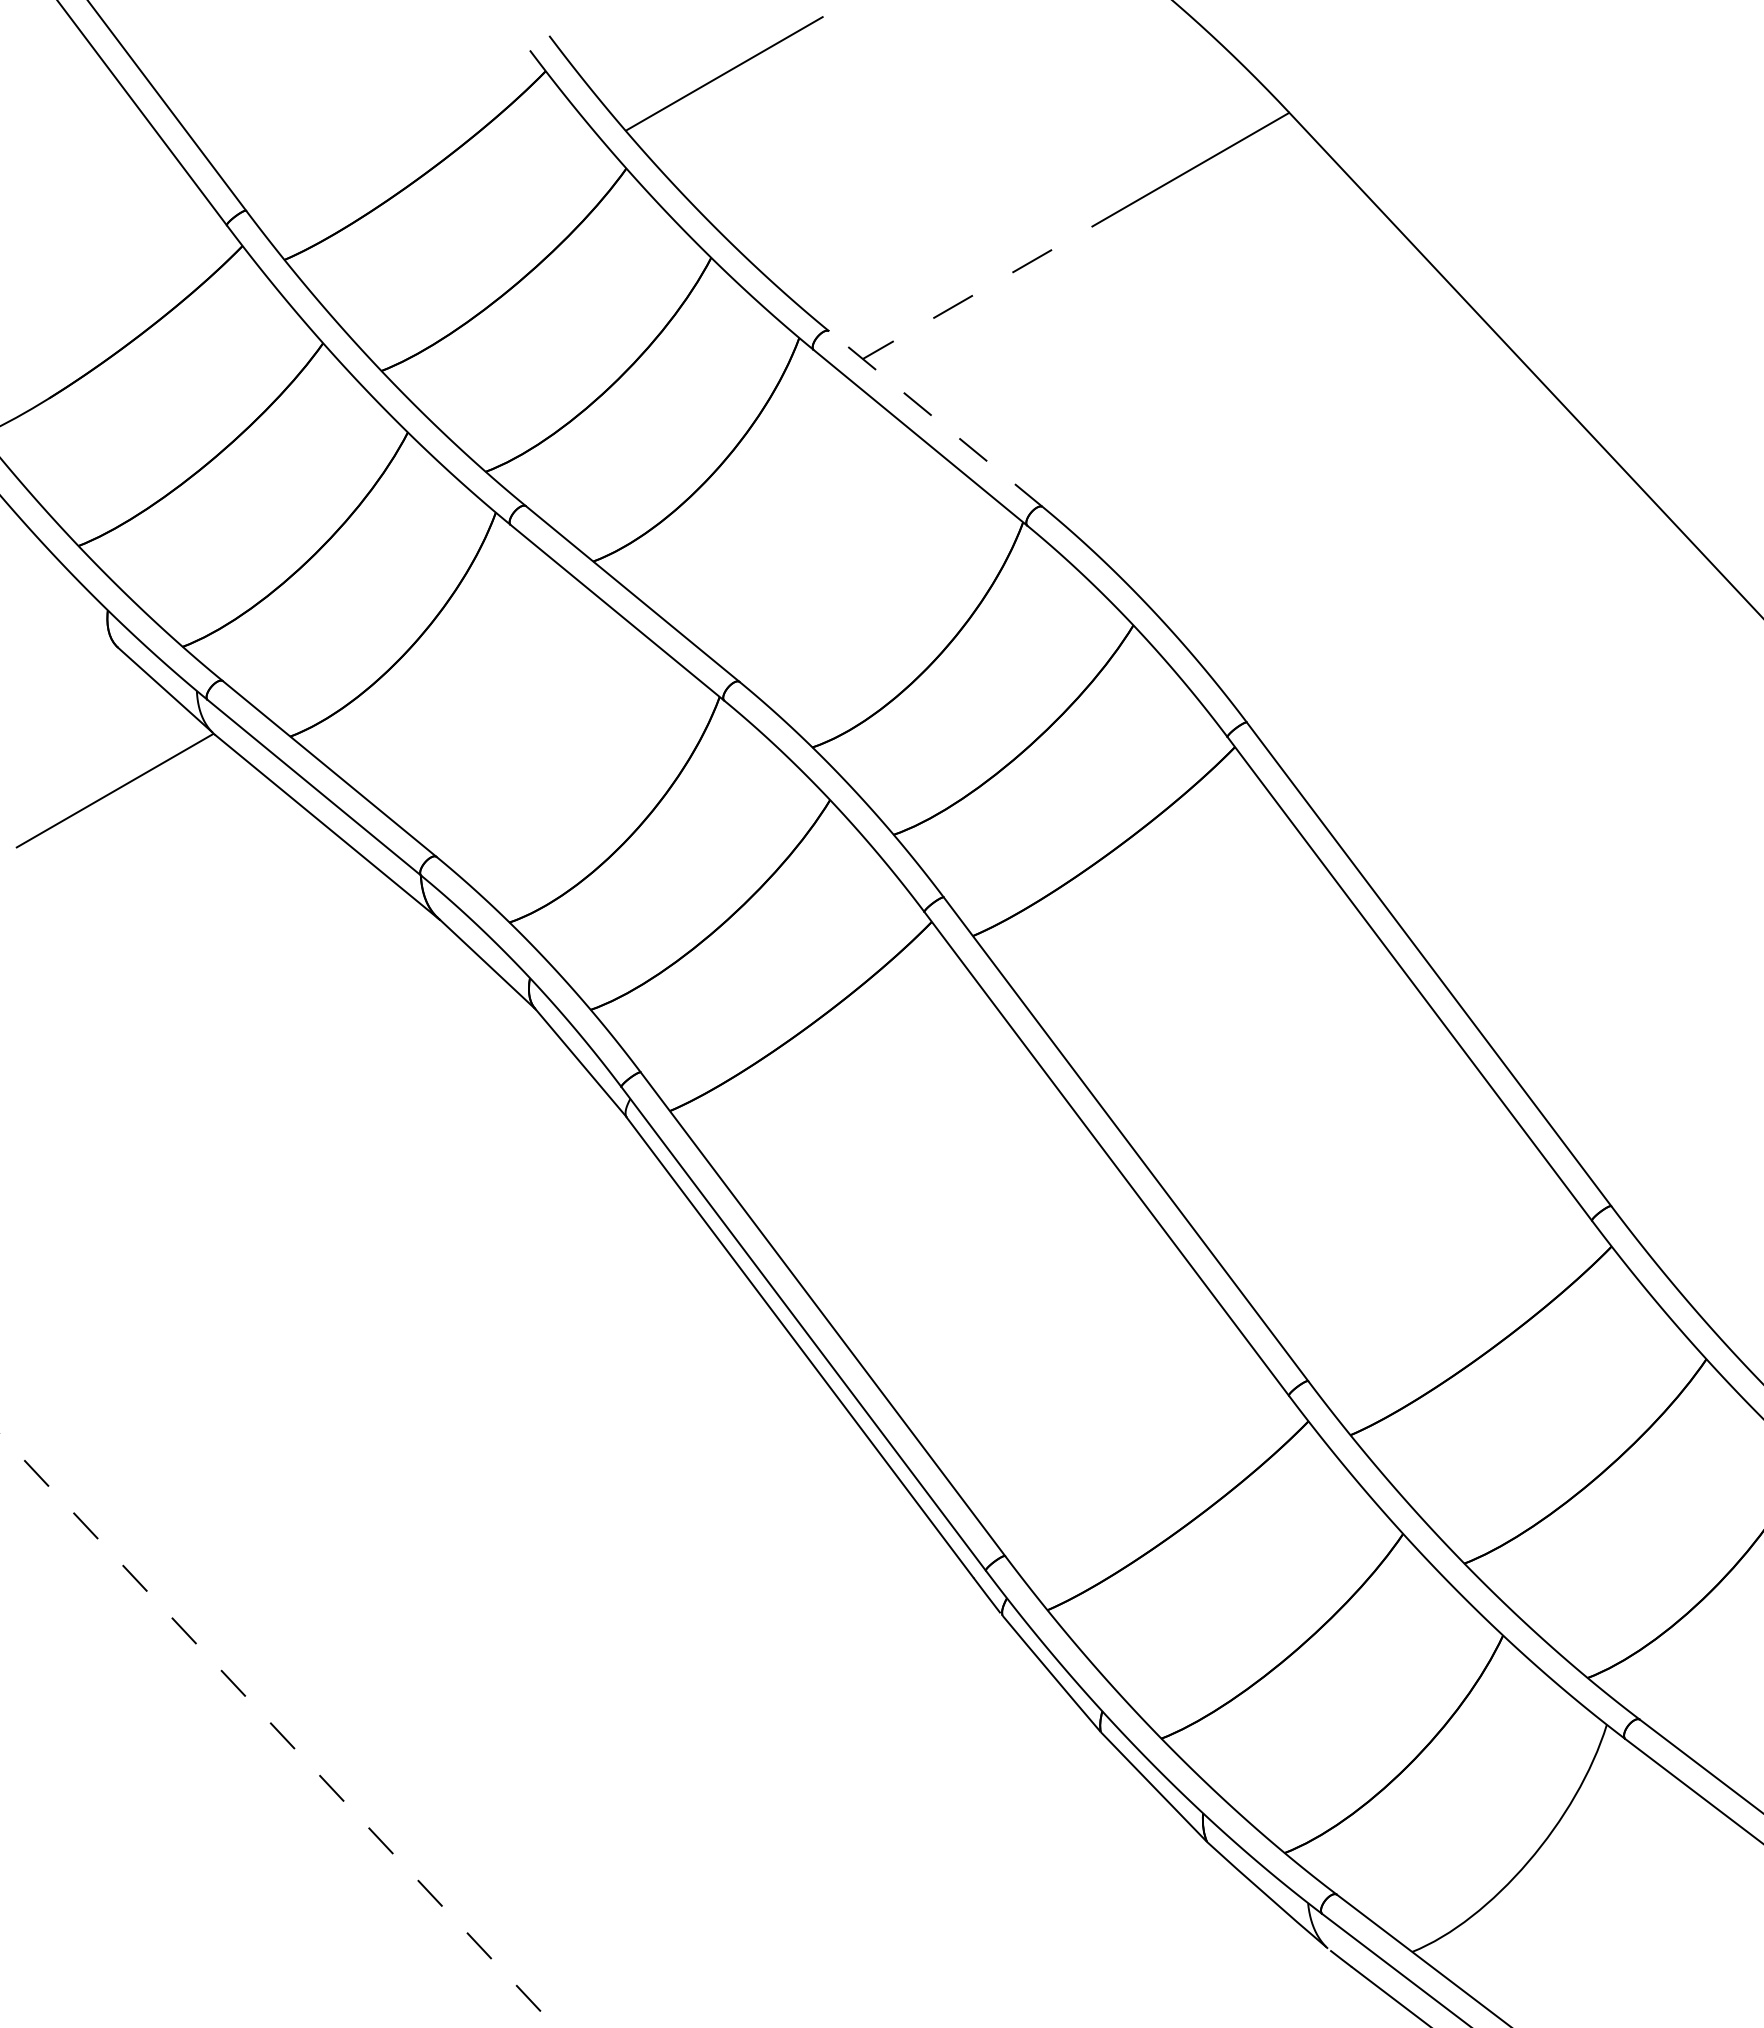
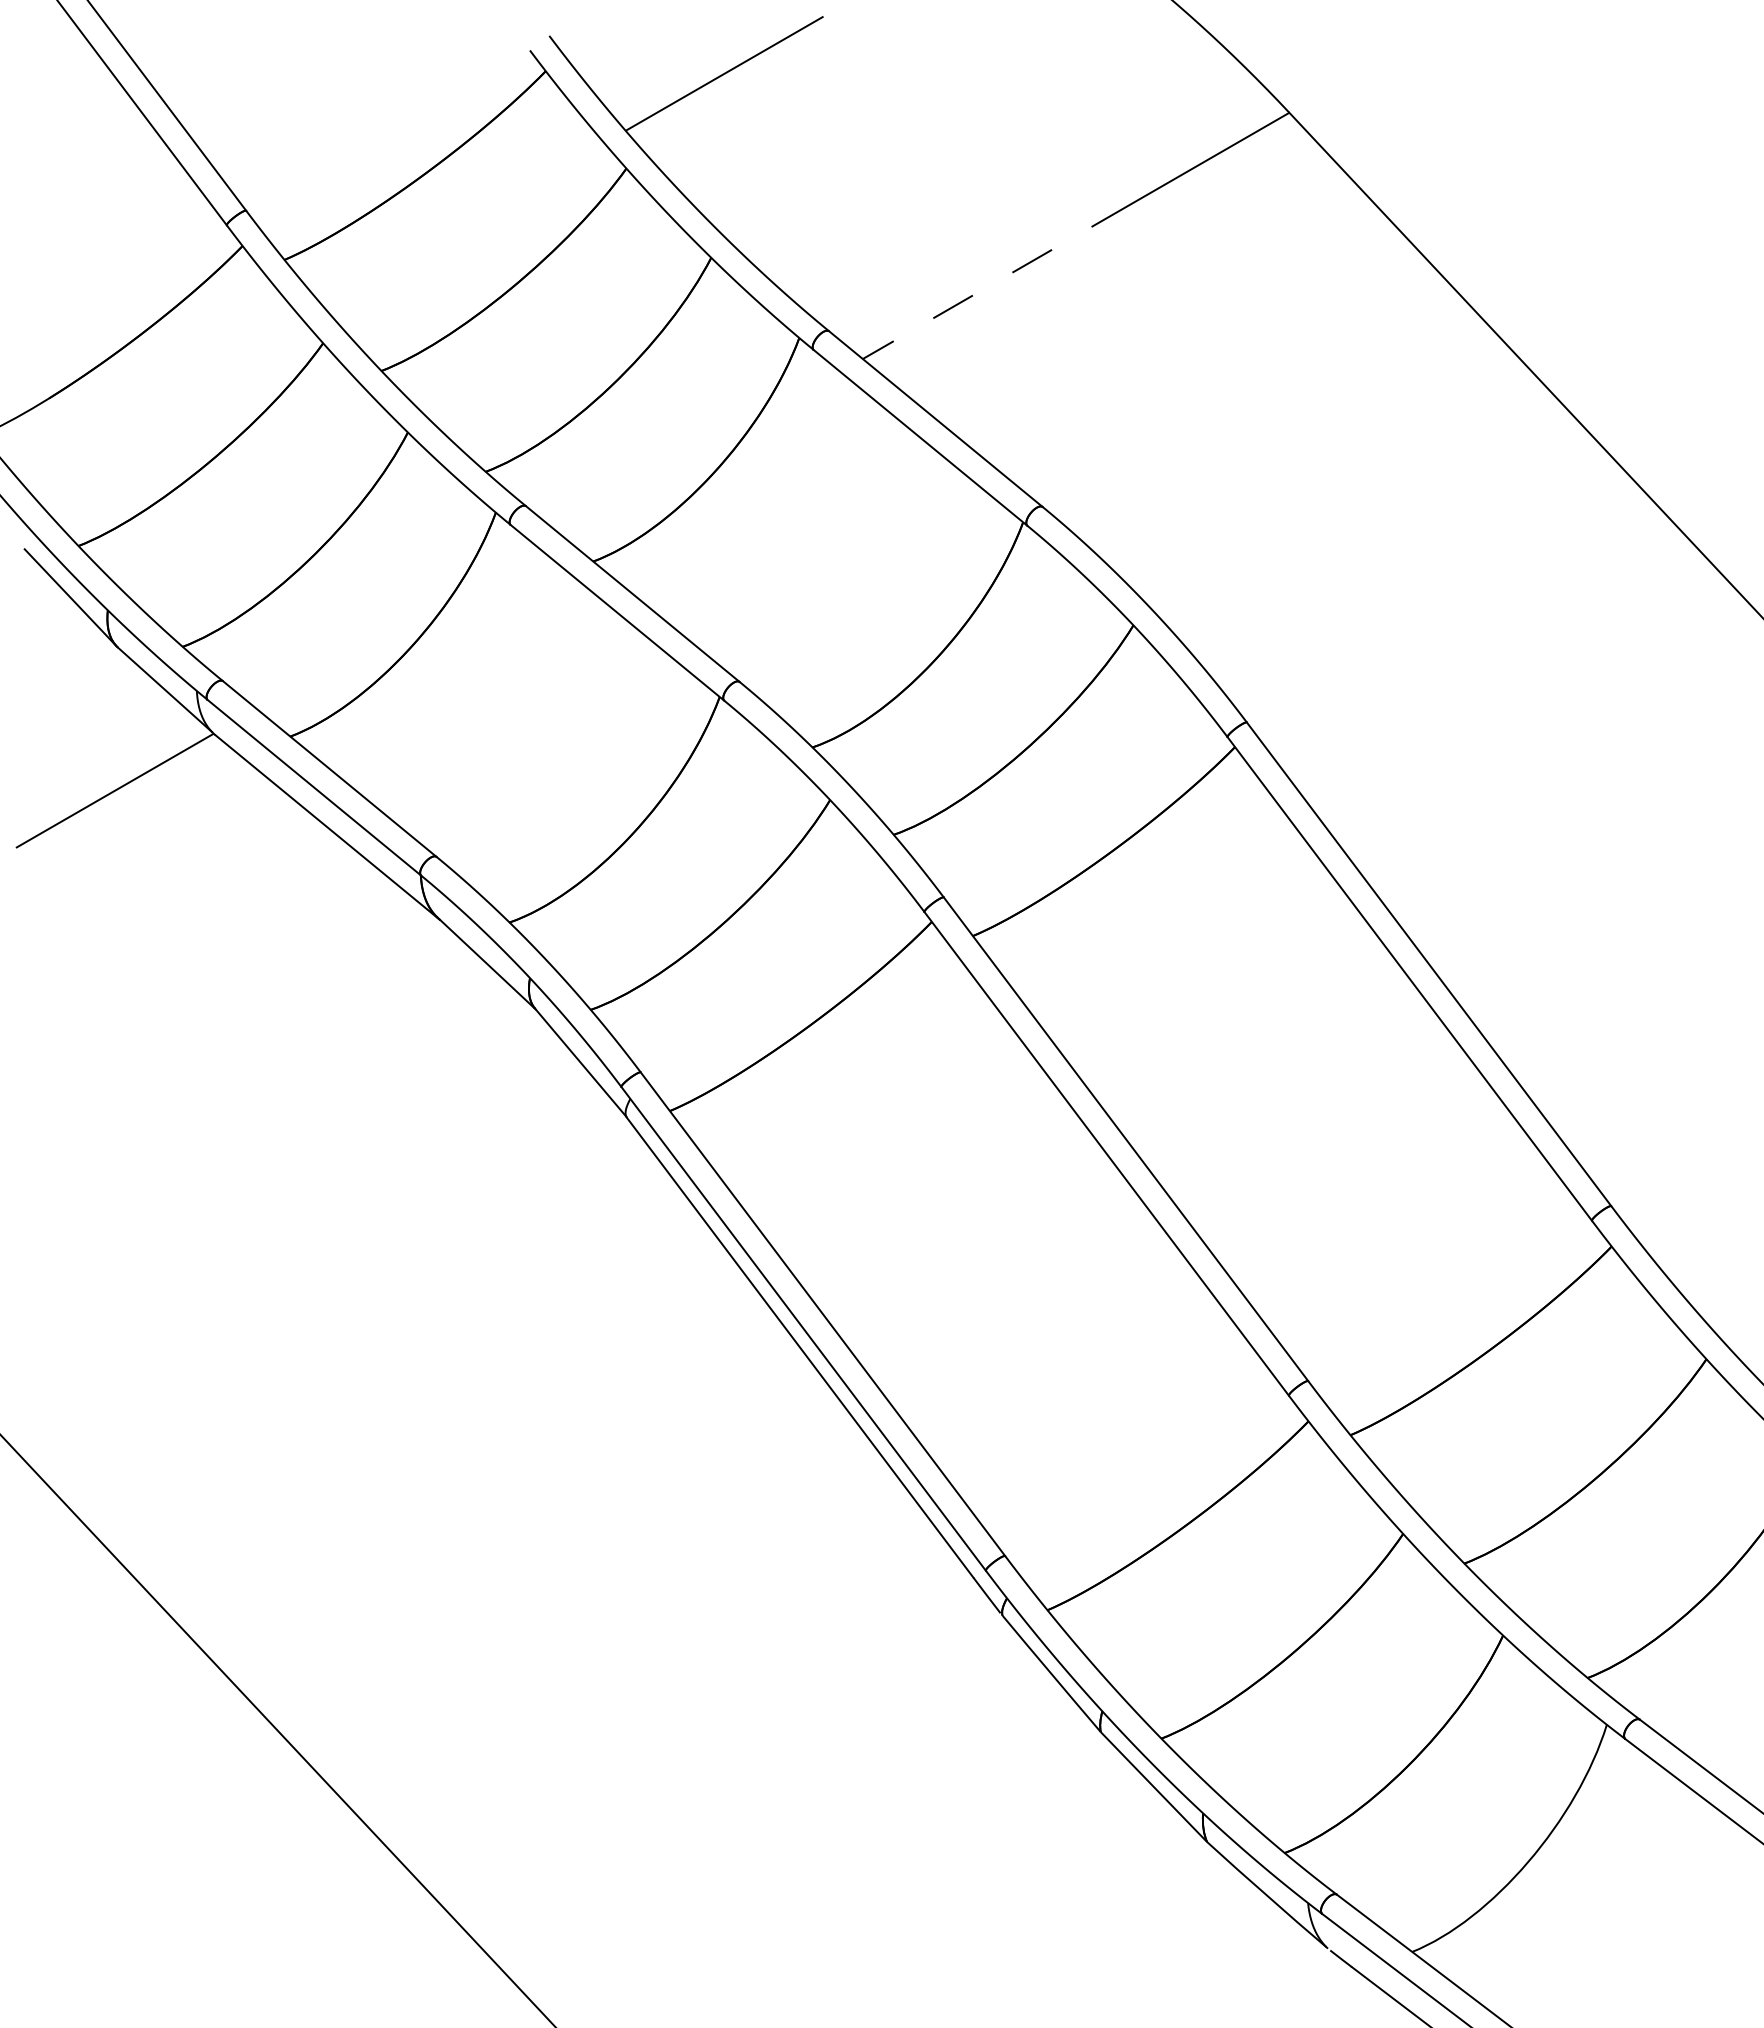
line at (935, 418): dashed -> solid
line at (70, 597): none -> present
line at (277, 1730): dashed -> solid
